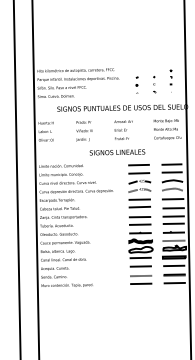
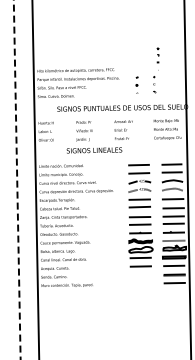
part at (170, 80) position: (170, 80) -> (157, 58)
text at (117, 152) position: (117, 152) -> (94, 150)
line at (17, 180): solid -> dashed
part at (141, 279): present -> none
